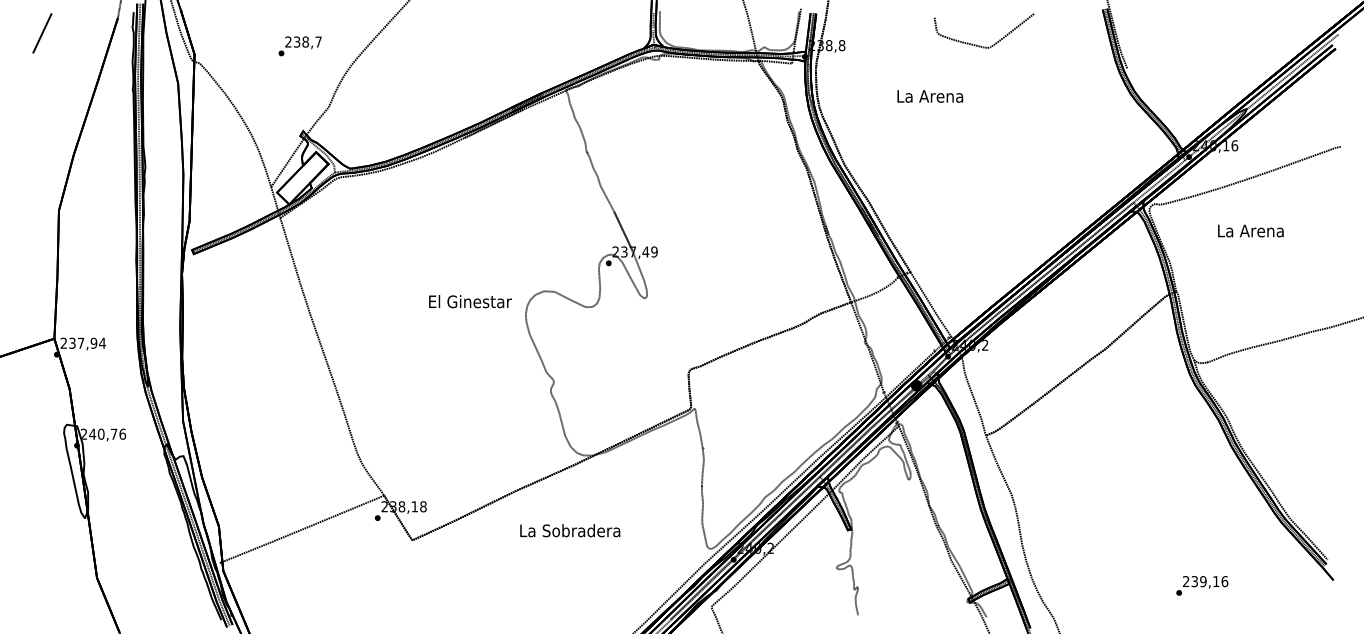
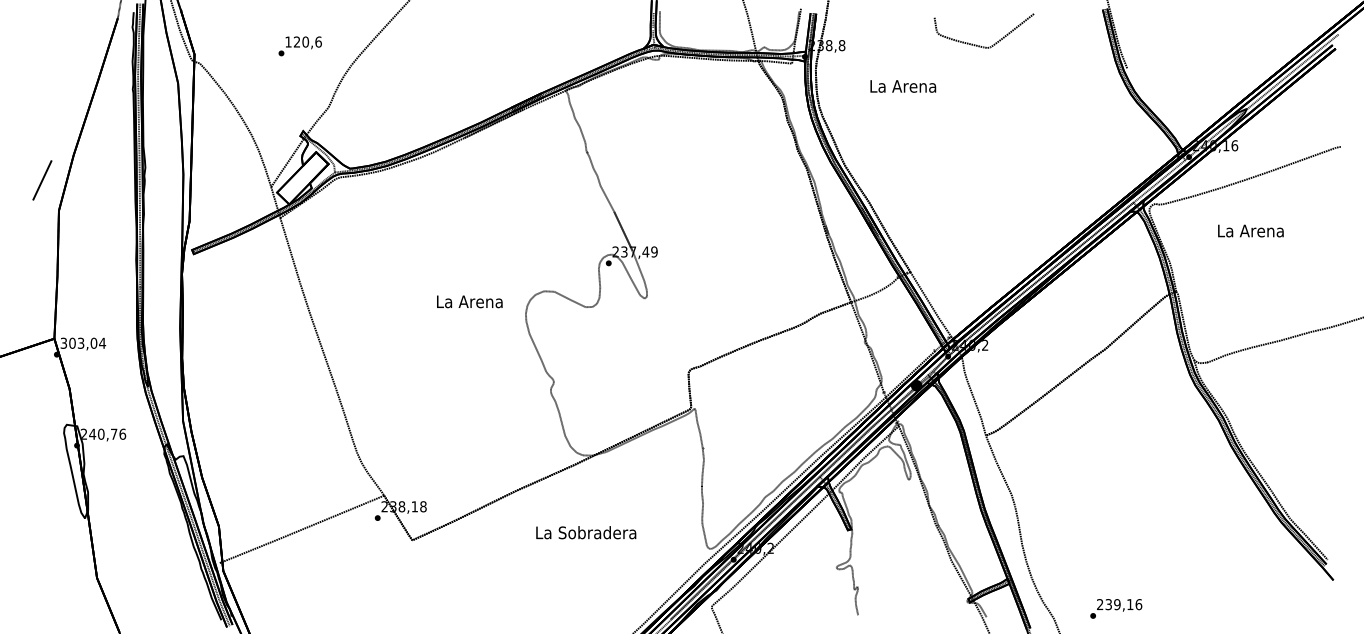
line at (42, 33) position: (42, 33) -> (42, 180)
text at (303, 41): 238,7 -> 120,6
text at (930, 96) position: (930, 96) -> (903, 86)
text at (470, 301): El Ginestar -> La Arena
text at (78, 342): 237,94 -> 303,04
text at (570, 530) position: (570, 530) -> (586, 532)
text at (1202, 585) position: (1202, 585) -> (1116, 608)
